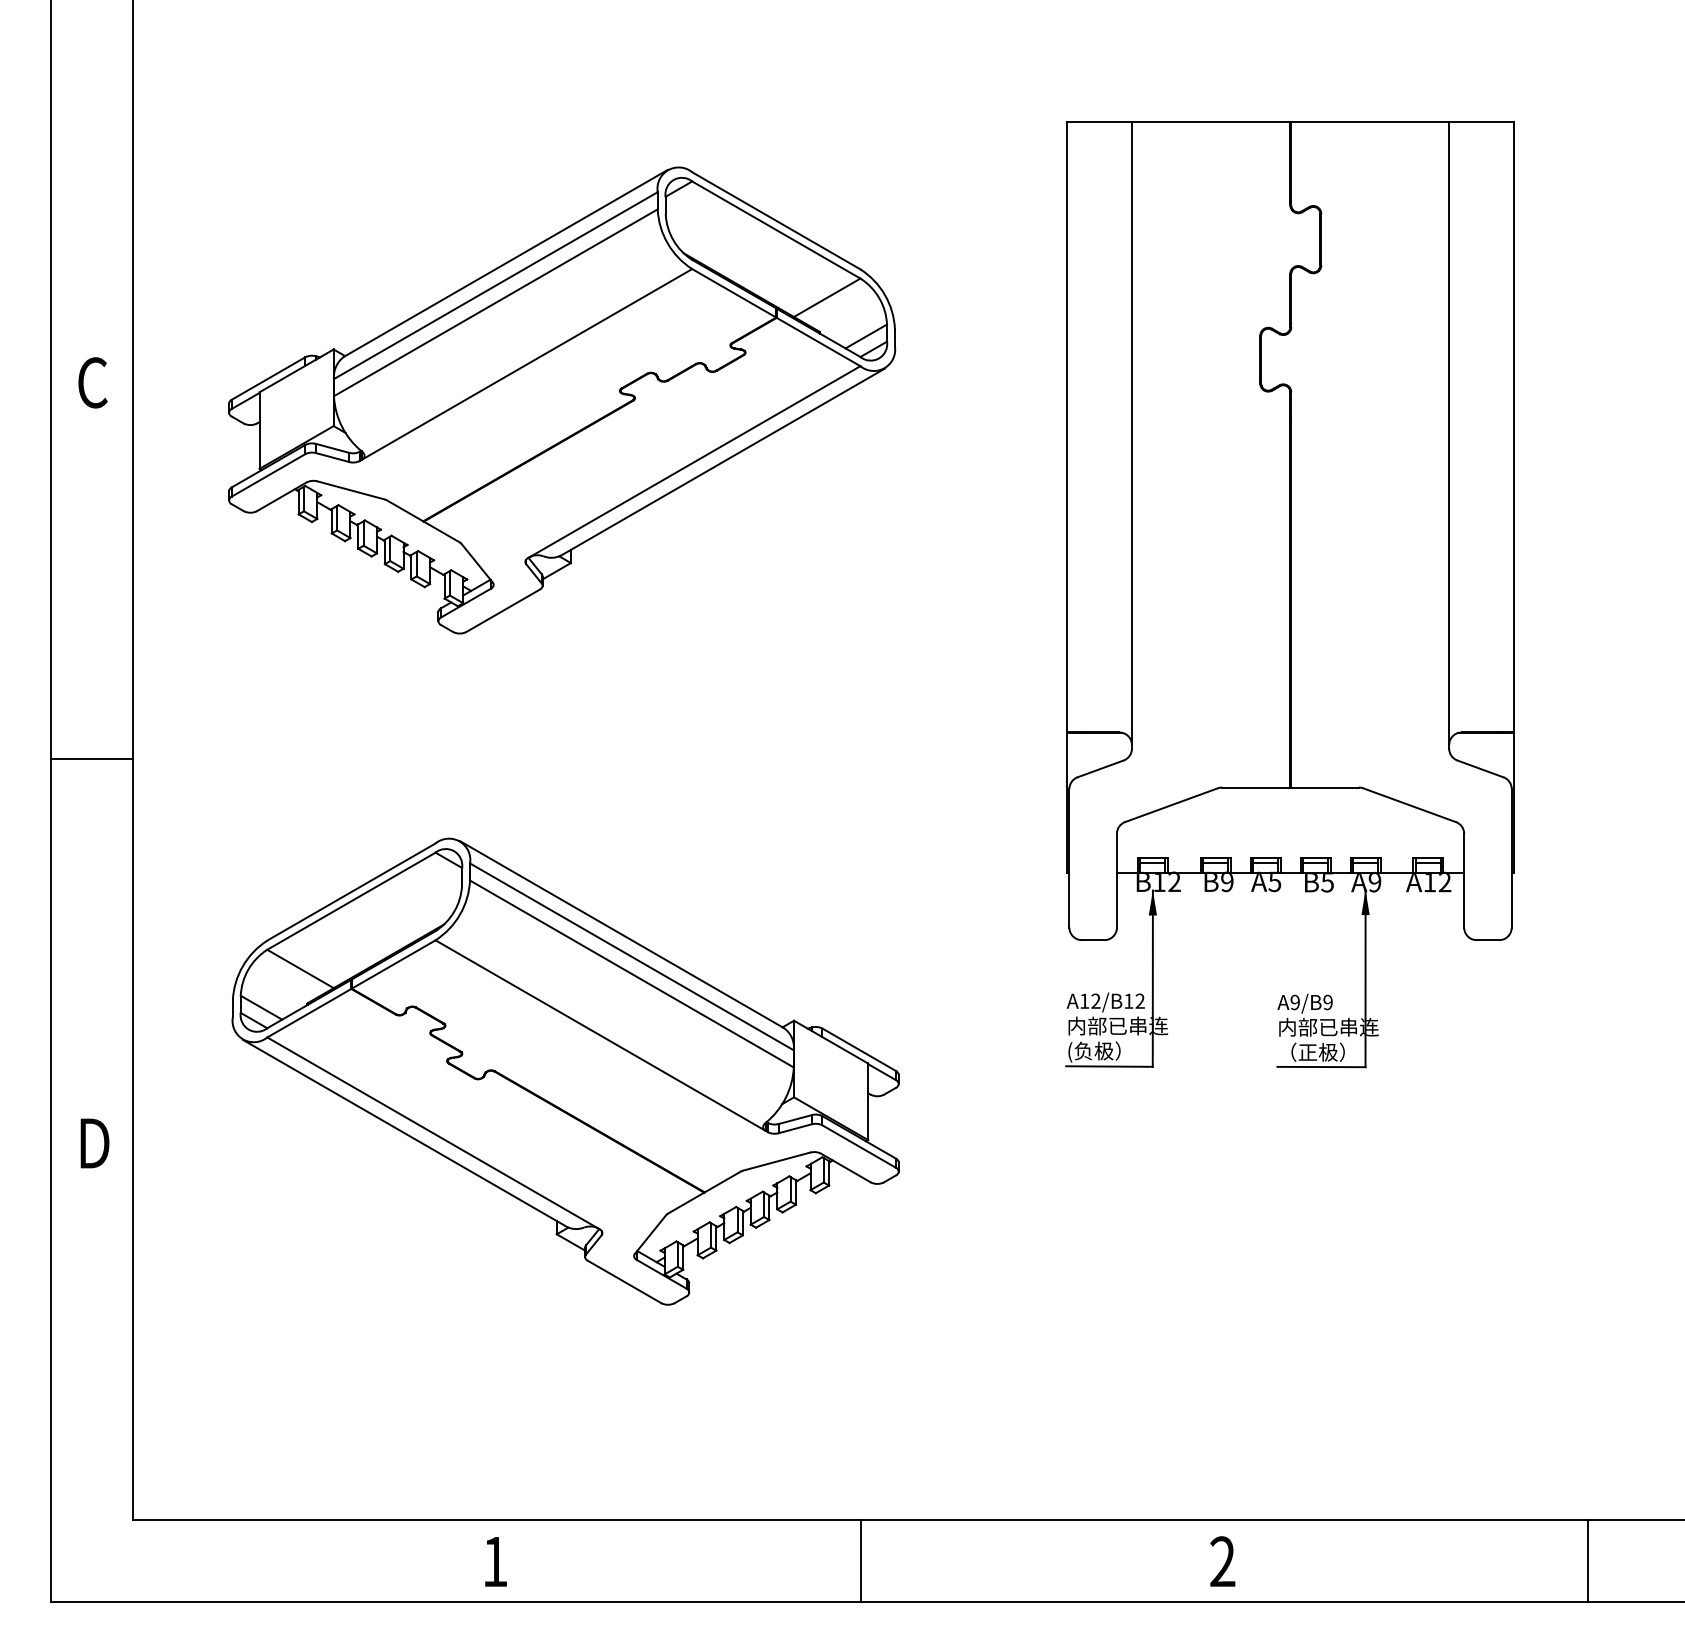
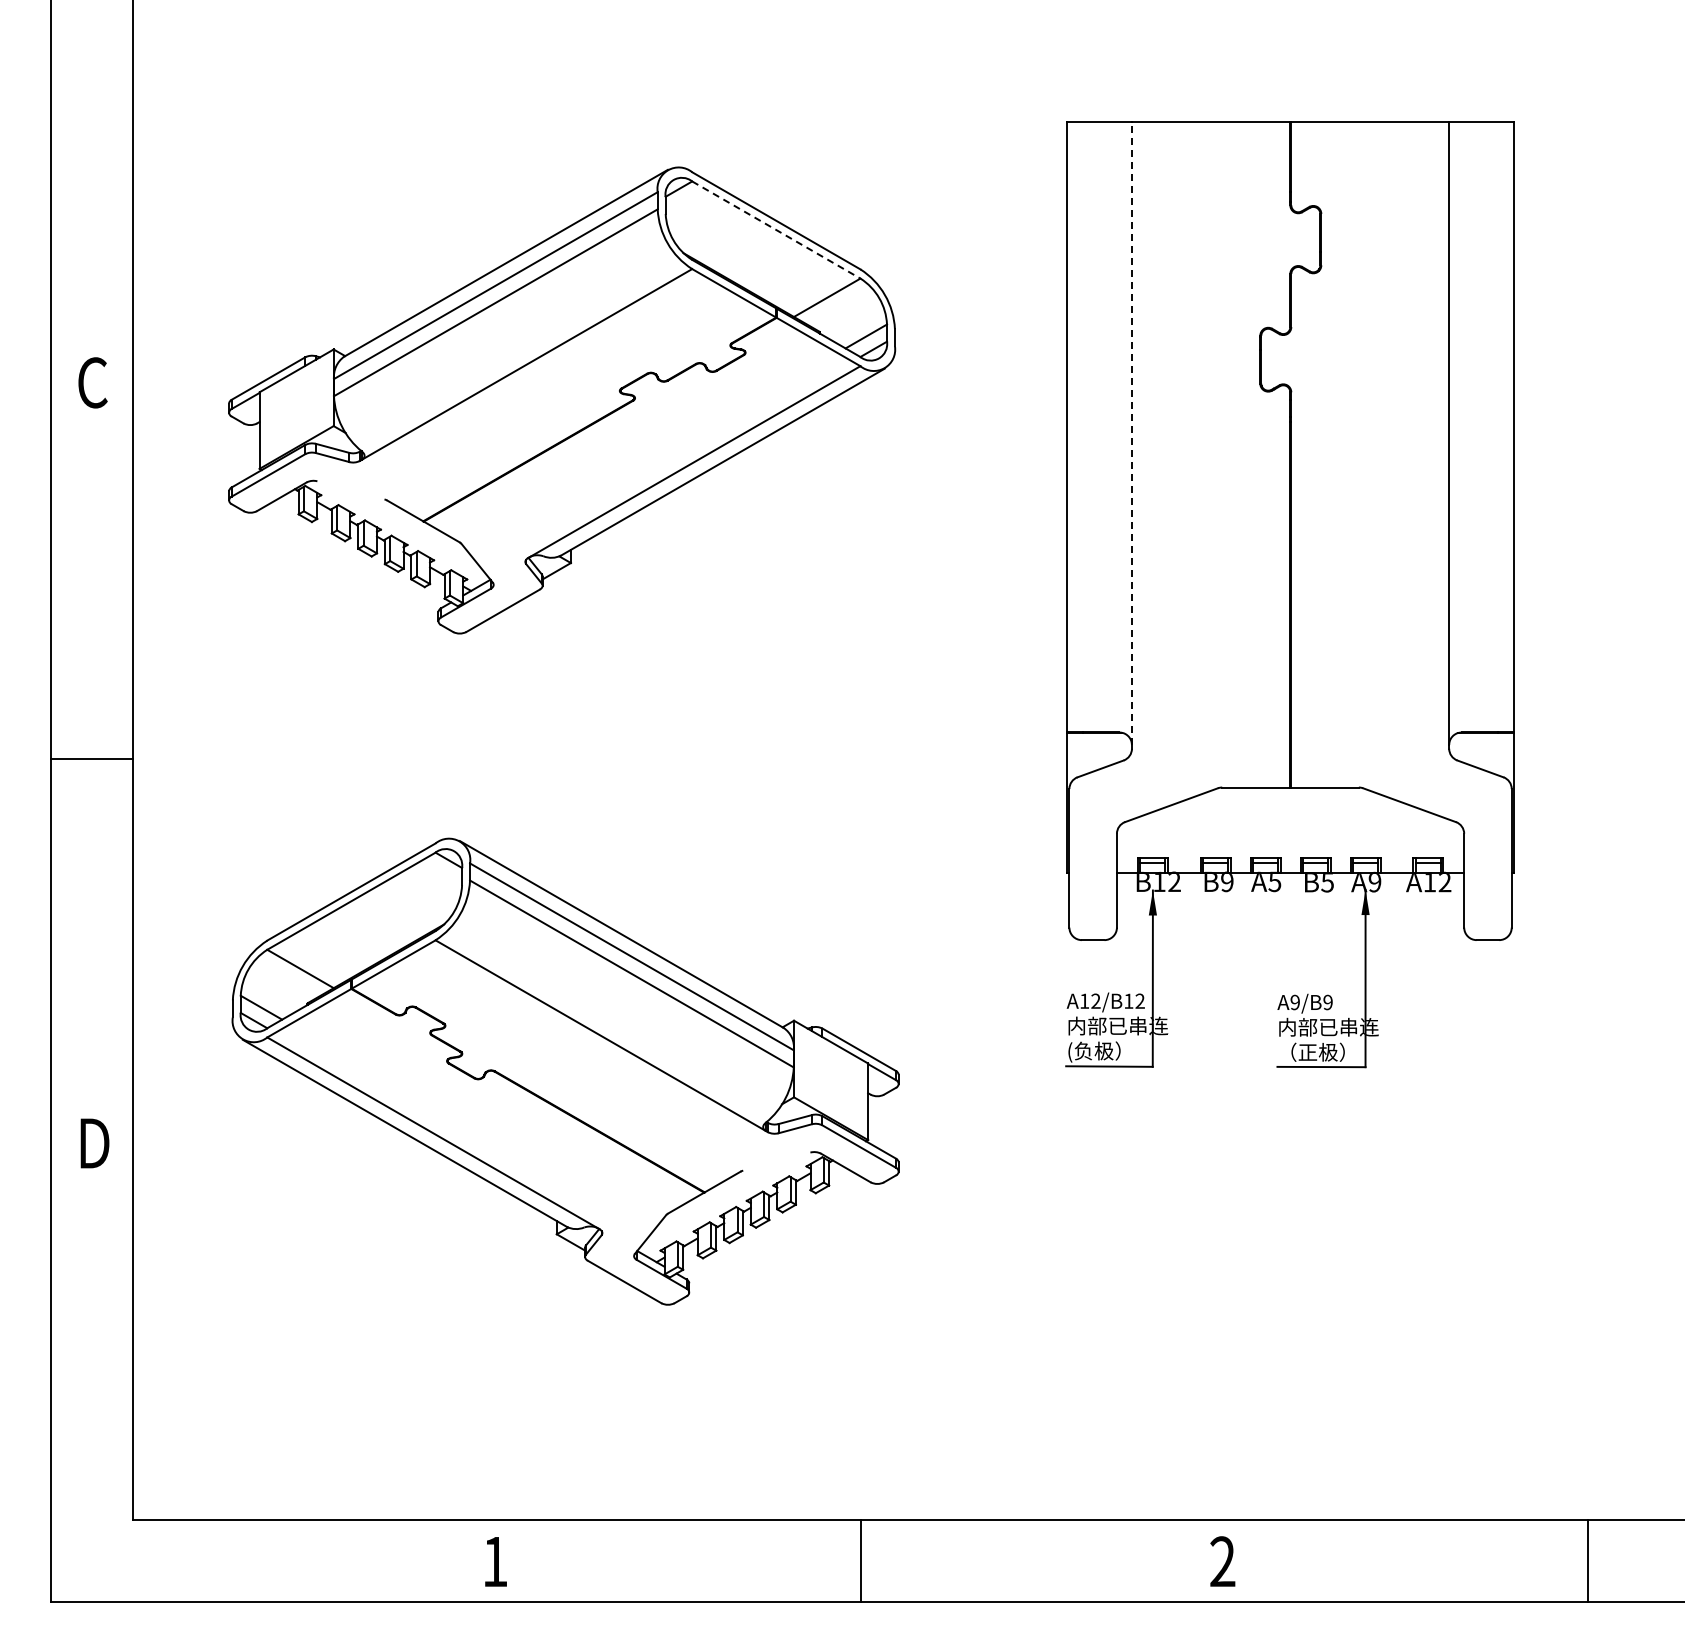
line at (776, 230): solid -> dashed
line at (1131, 433): solid -> dashed
line at (350, 490): present -> none
line at (776, 1161): present -> none
